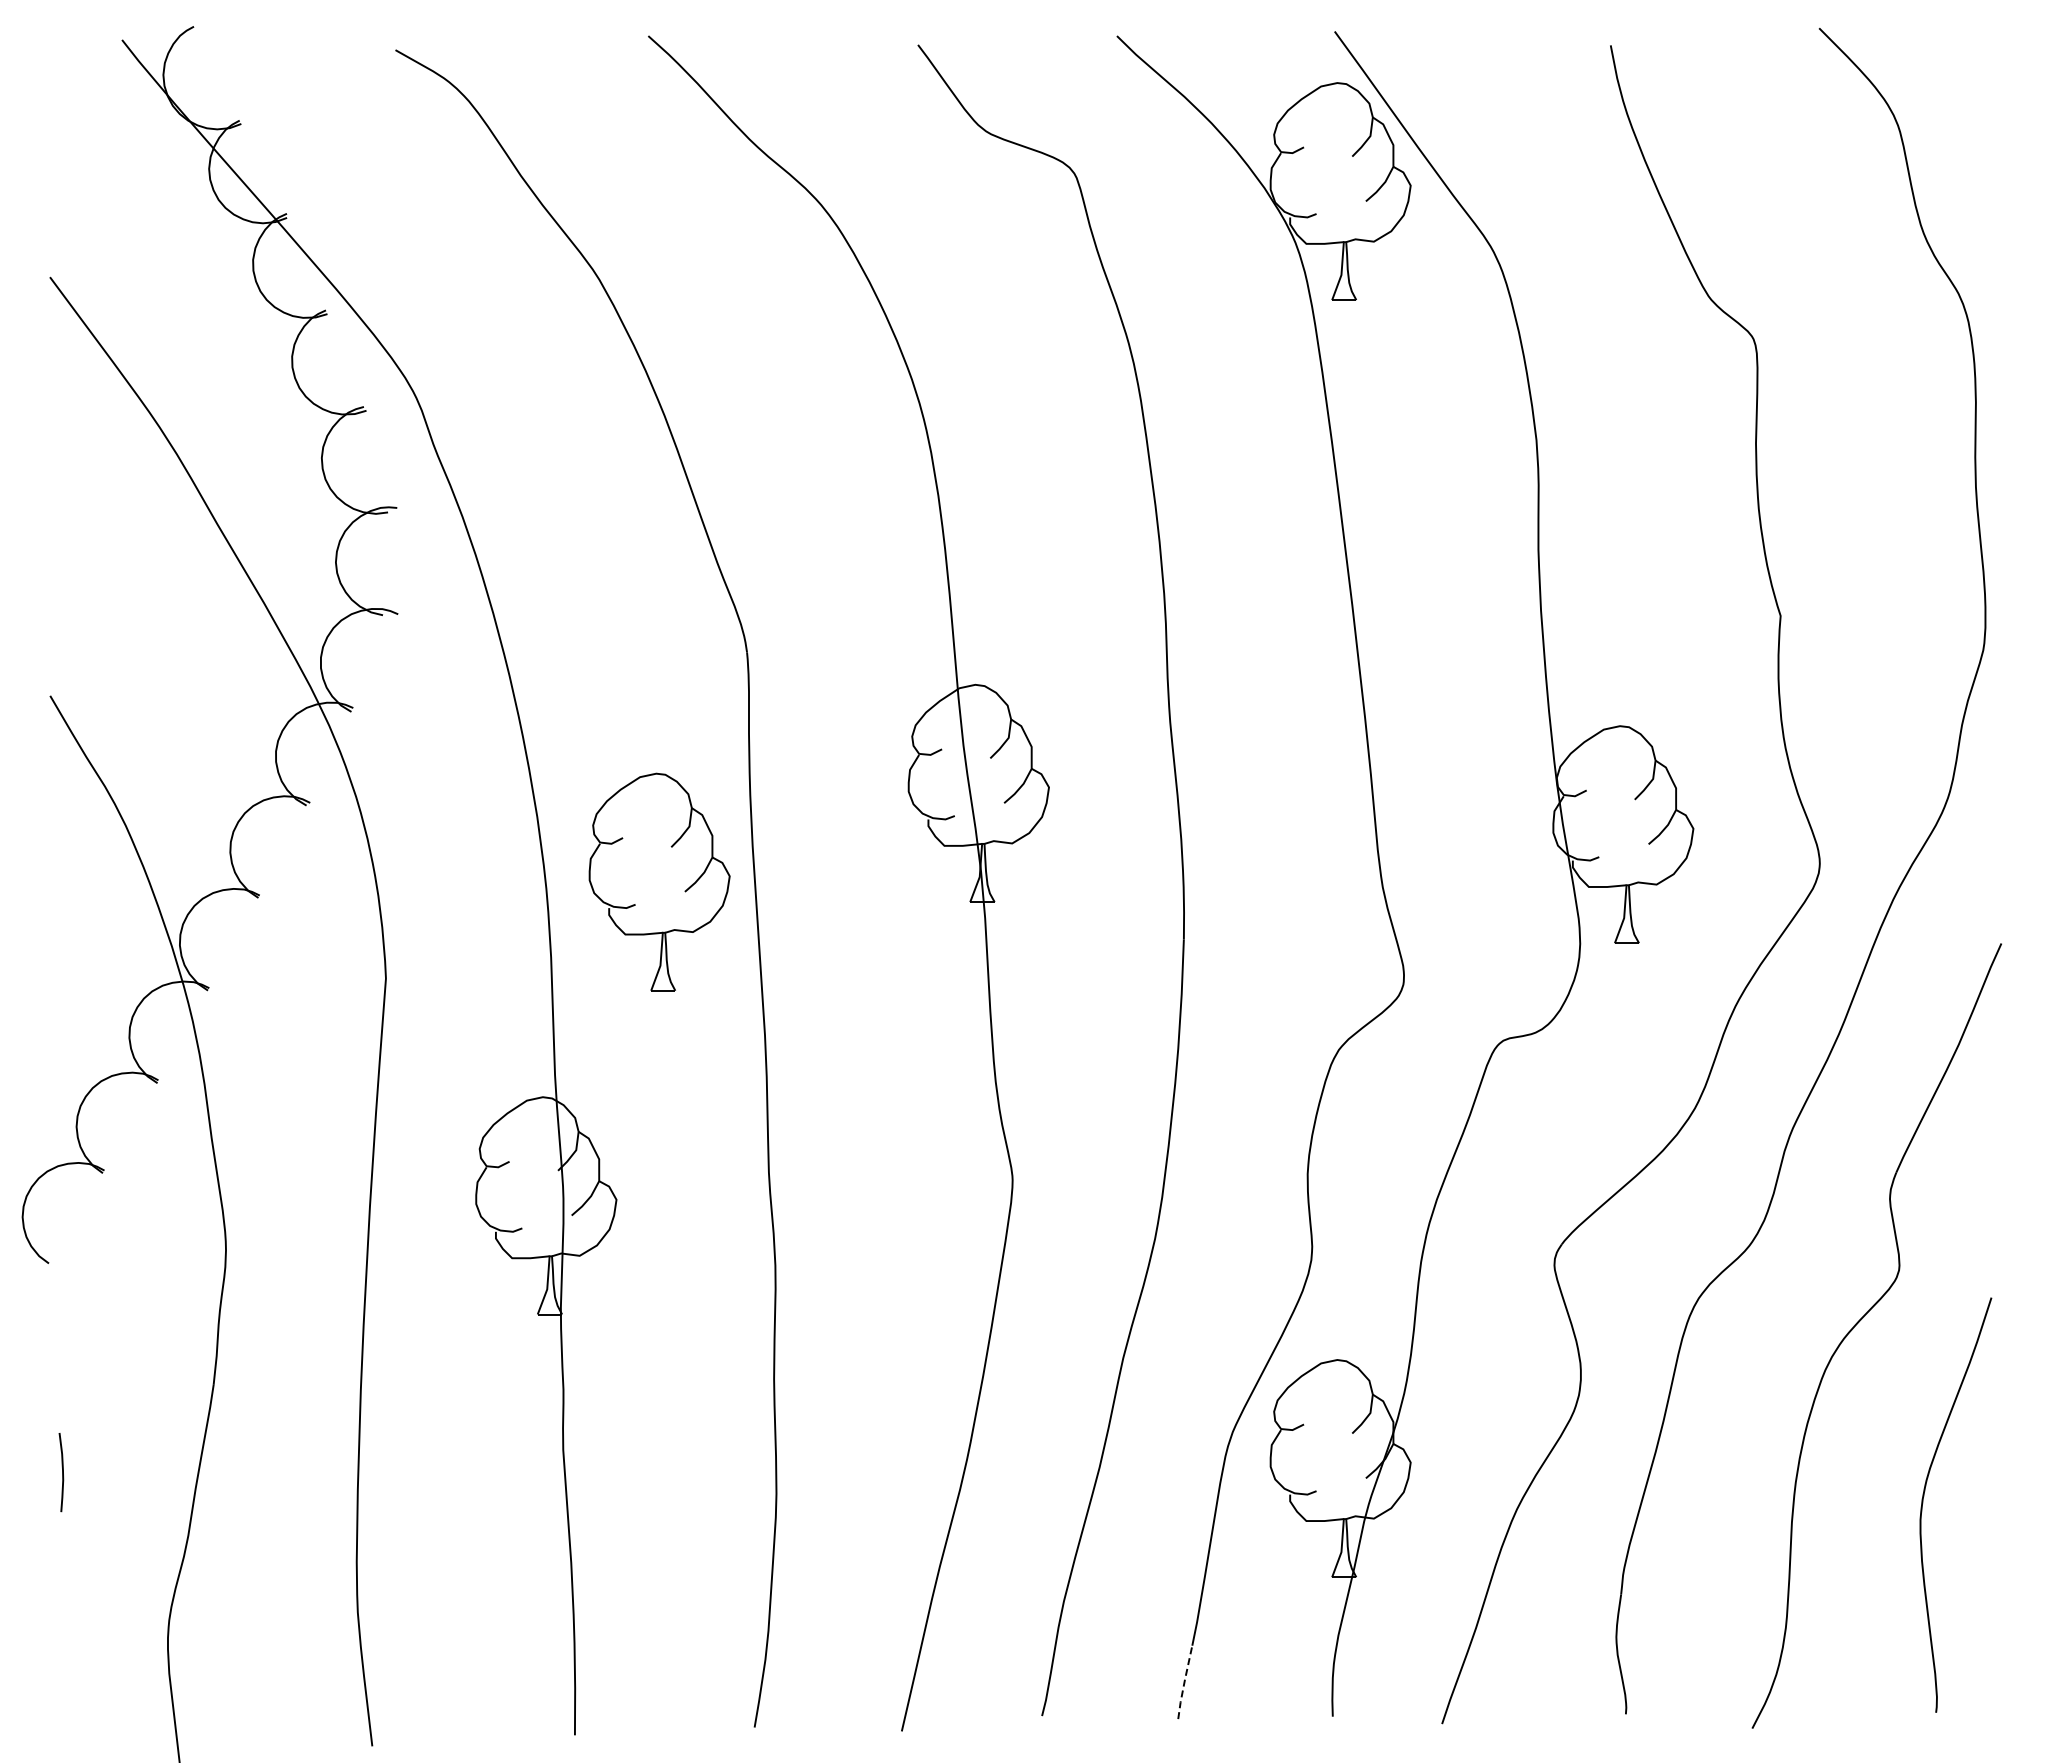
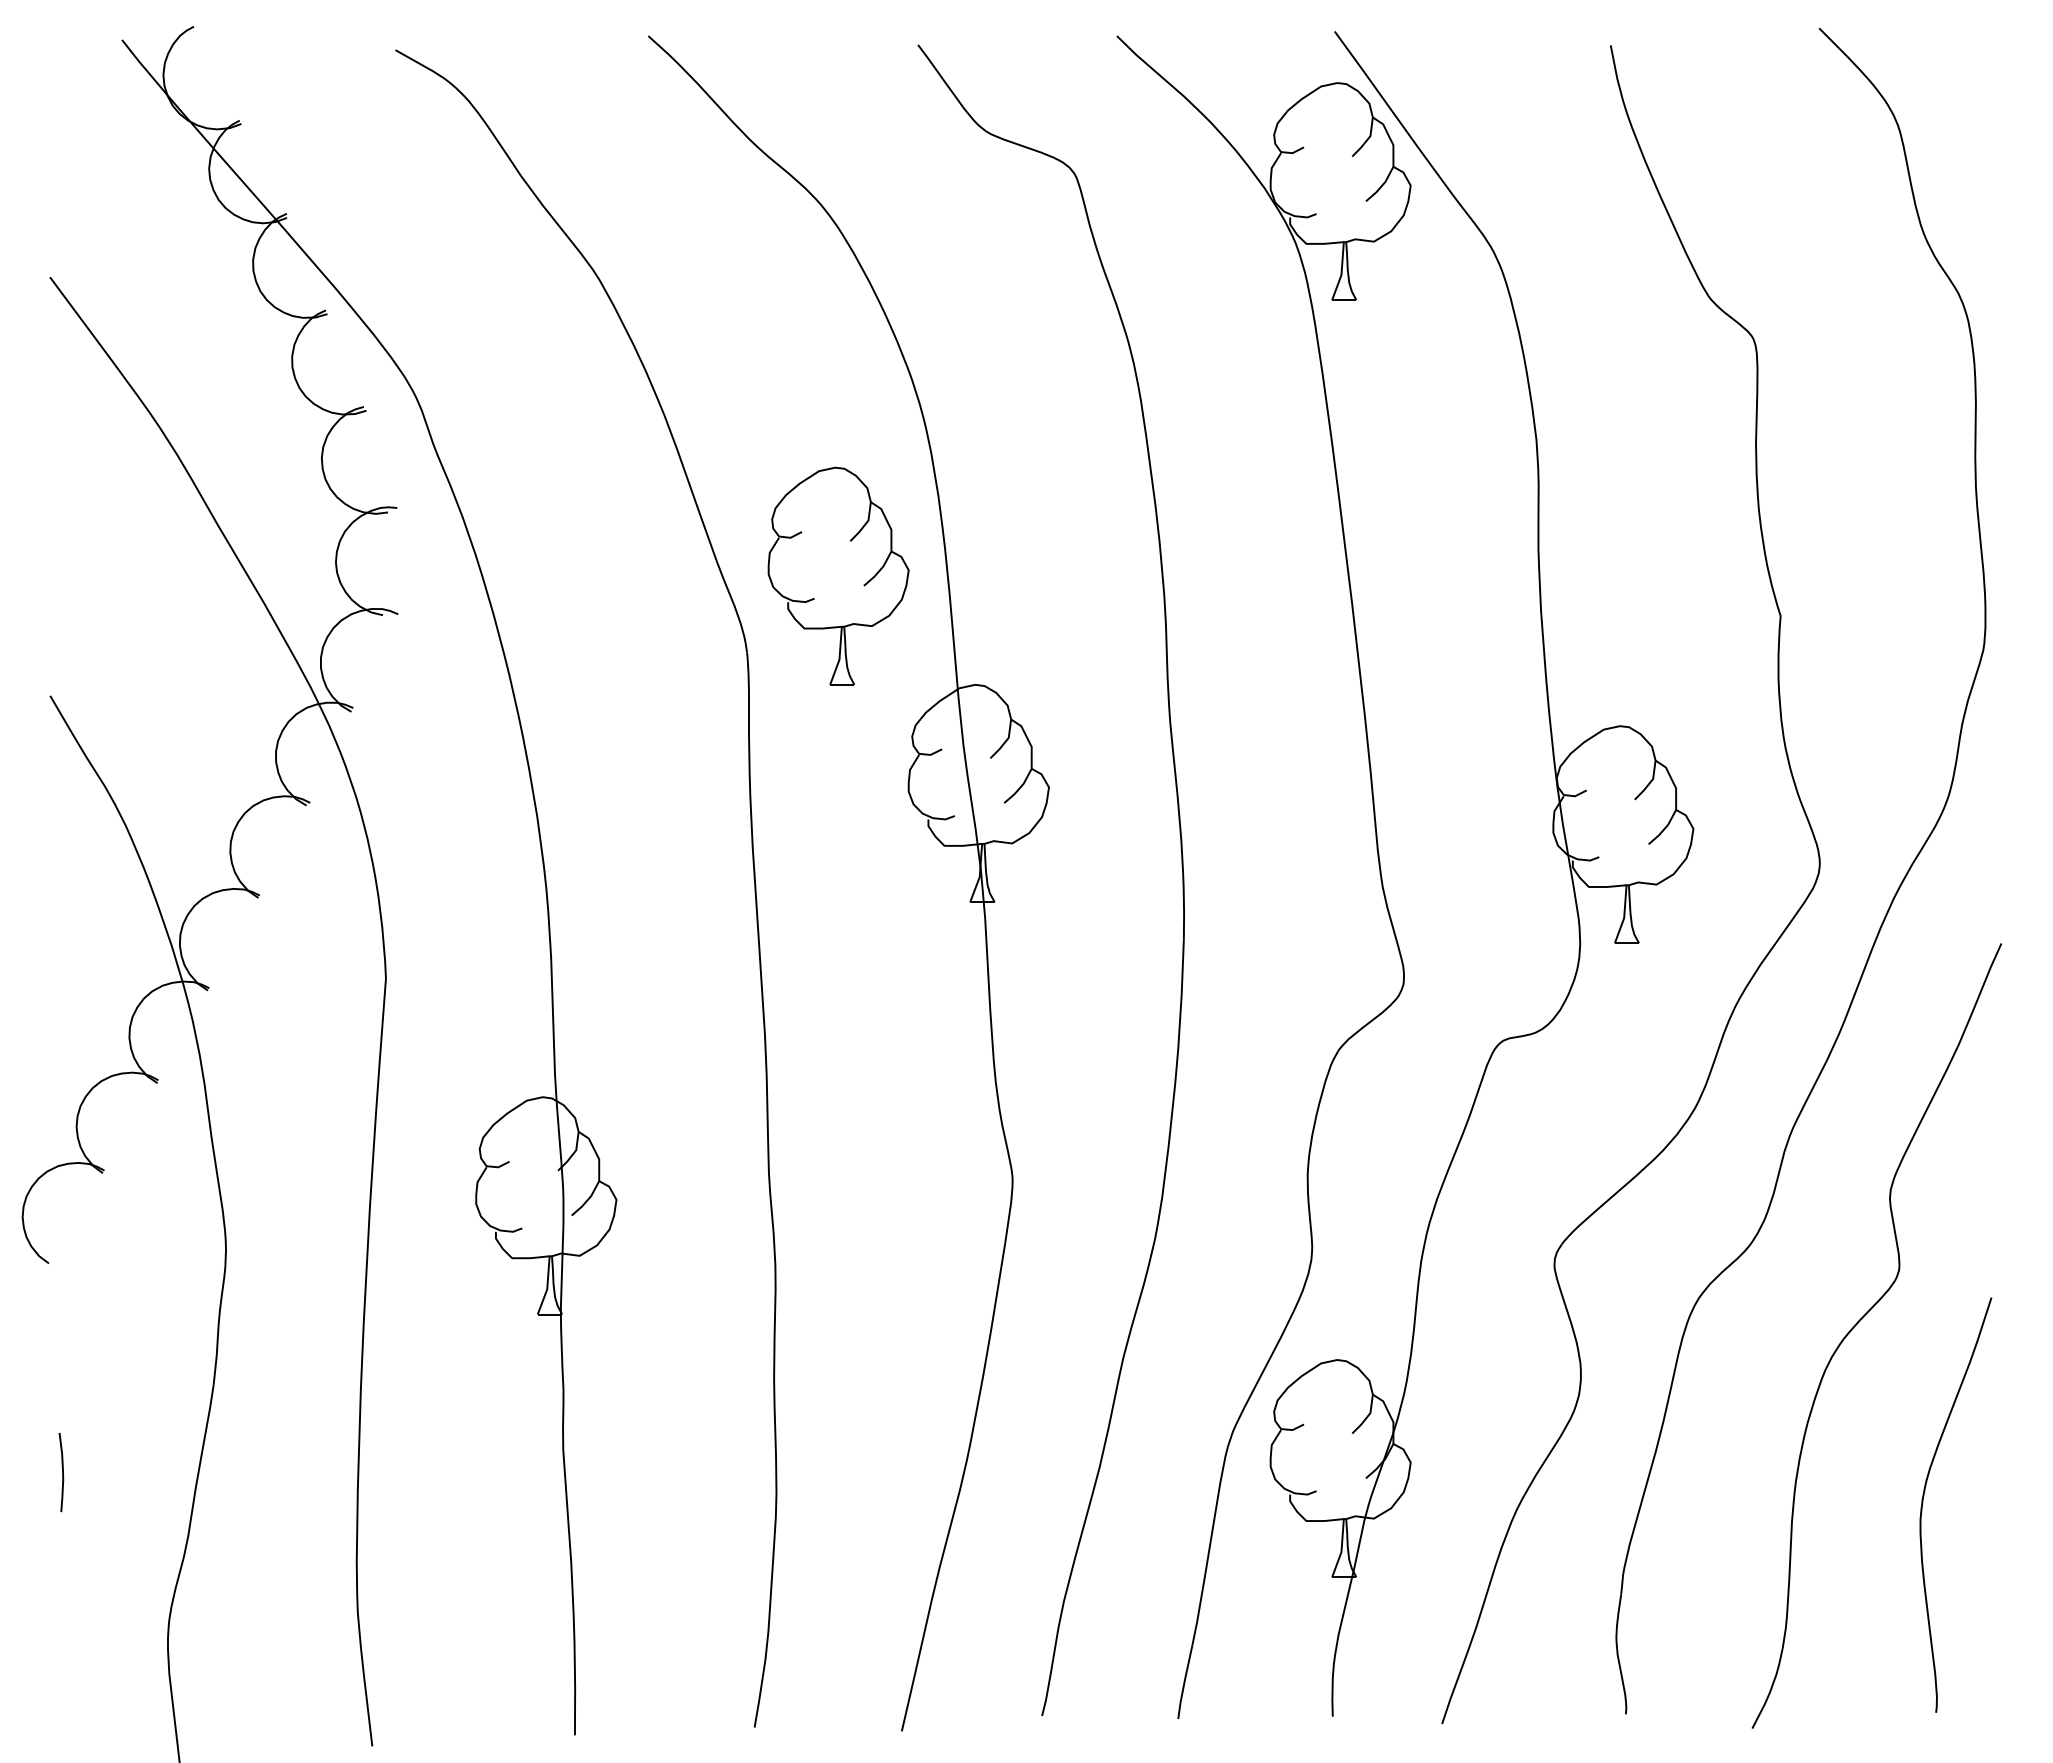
part at (684, 891) position: (684, 891) -> (863, 585)
line at (1184, 1682): dashed -> solid
